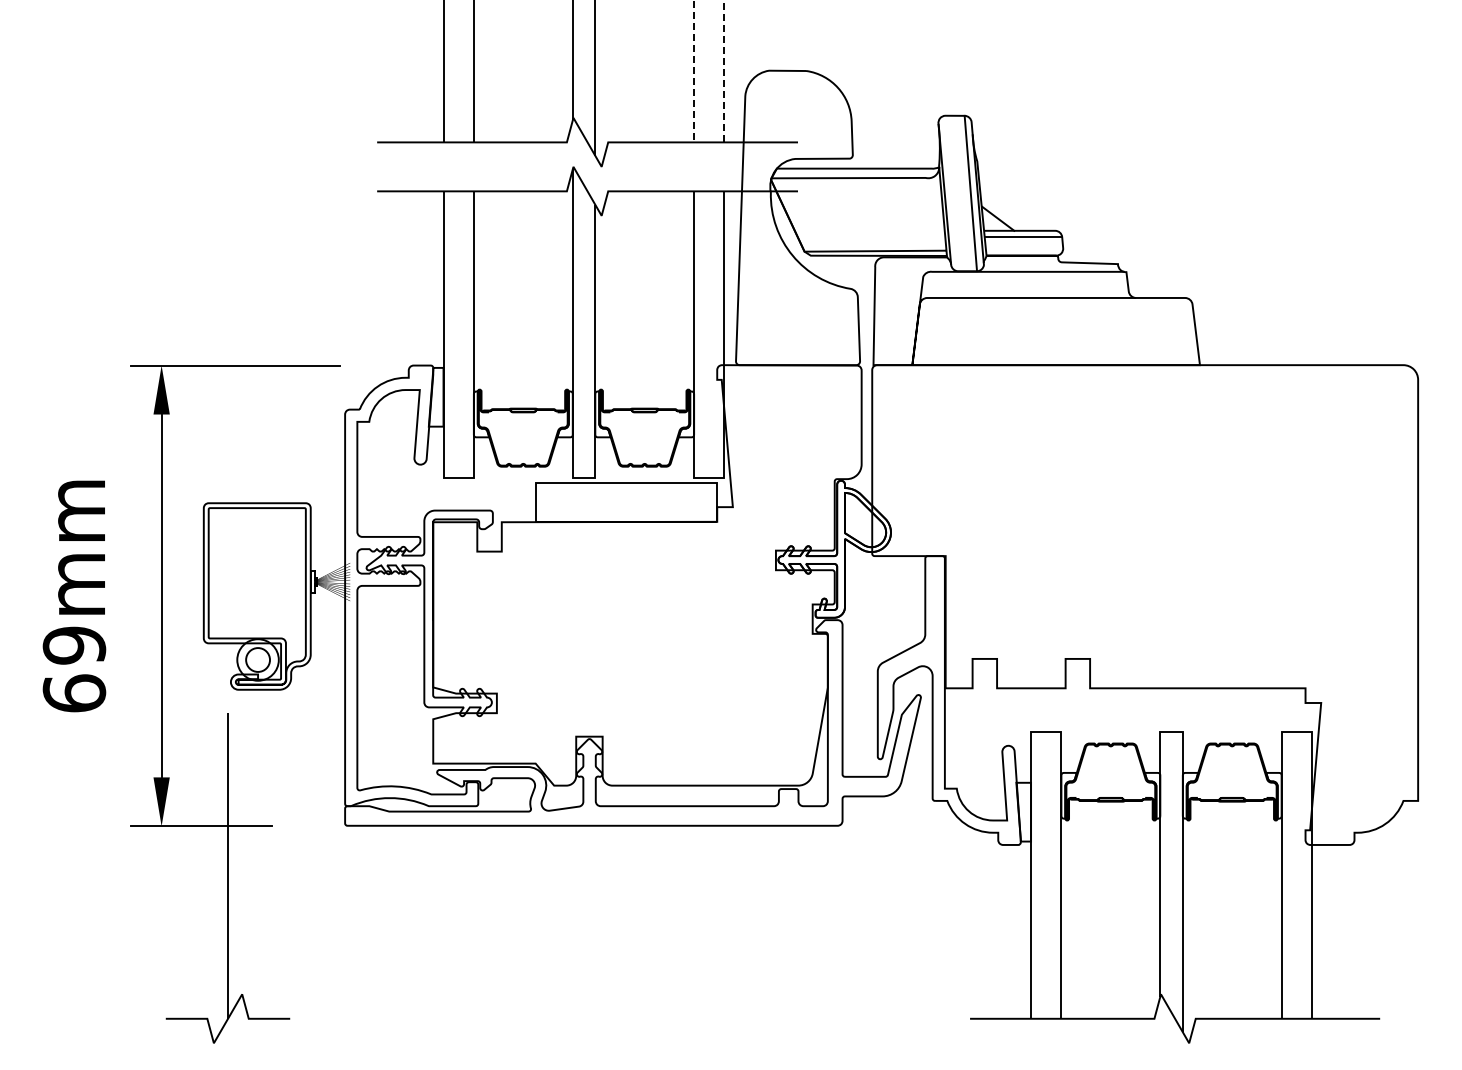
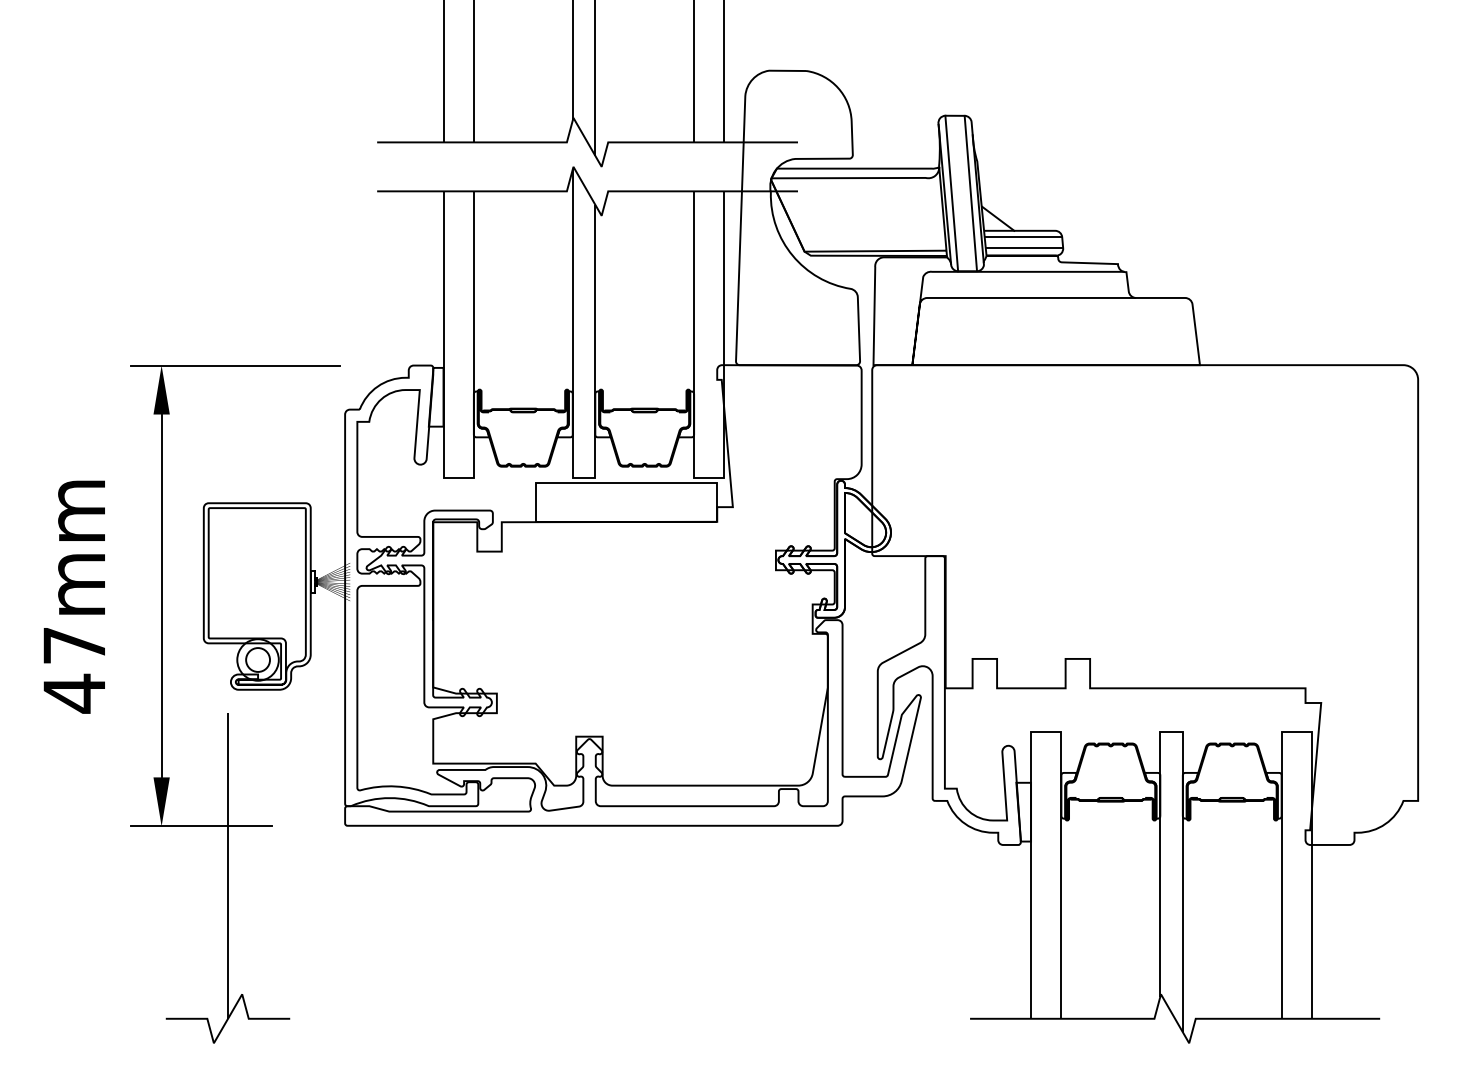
line at (694, 0): dashed -> solid
line at (951, 193): none -> present
line at (1024, 248): none -> present
text at (74, 669): 69mm -> 47mm
